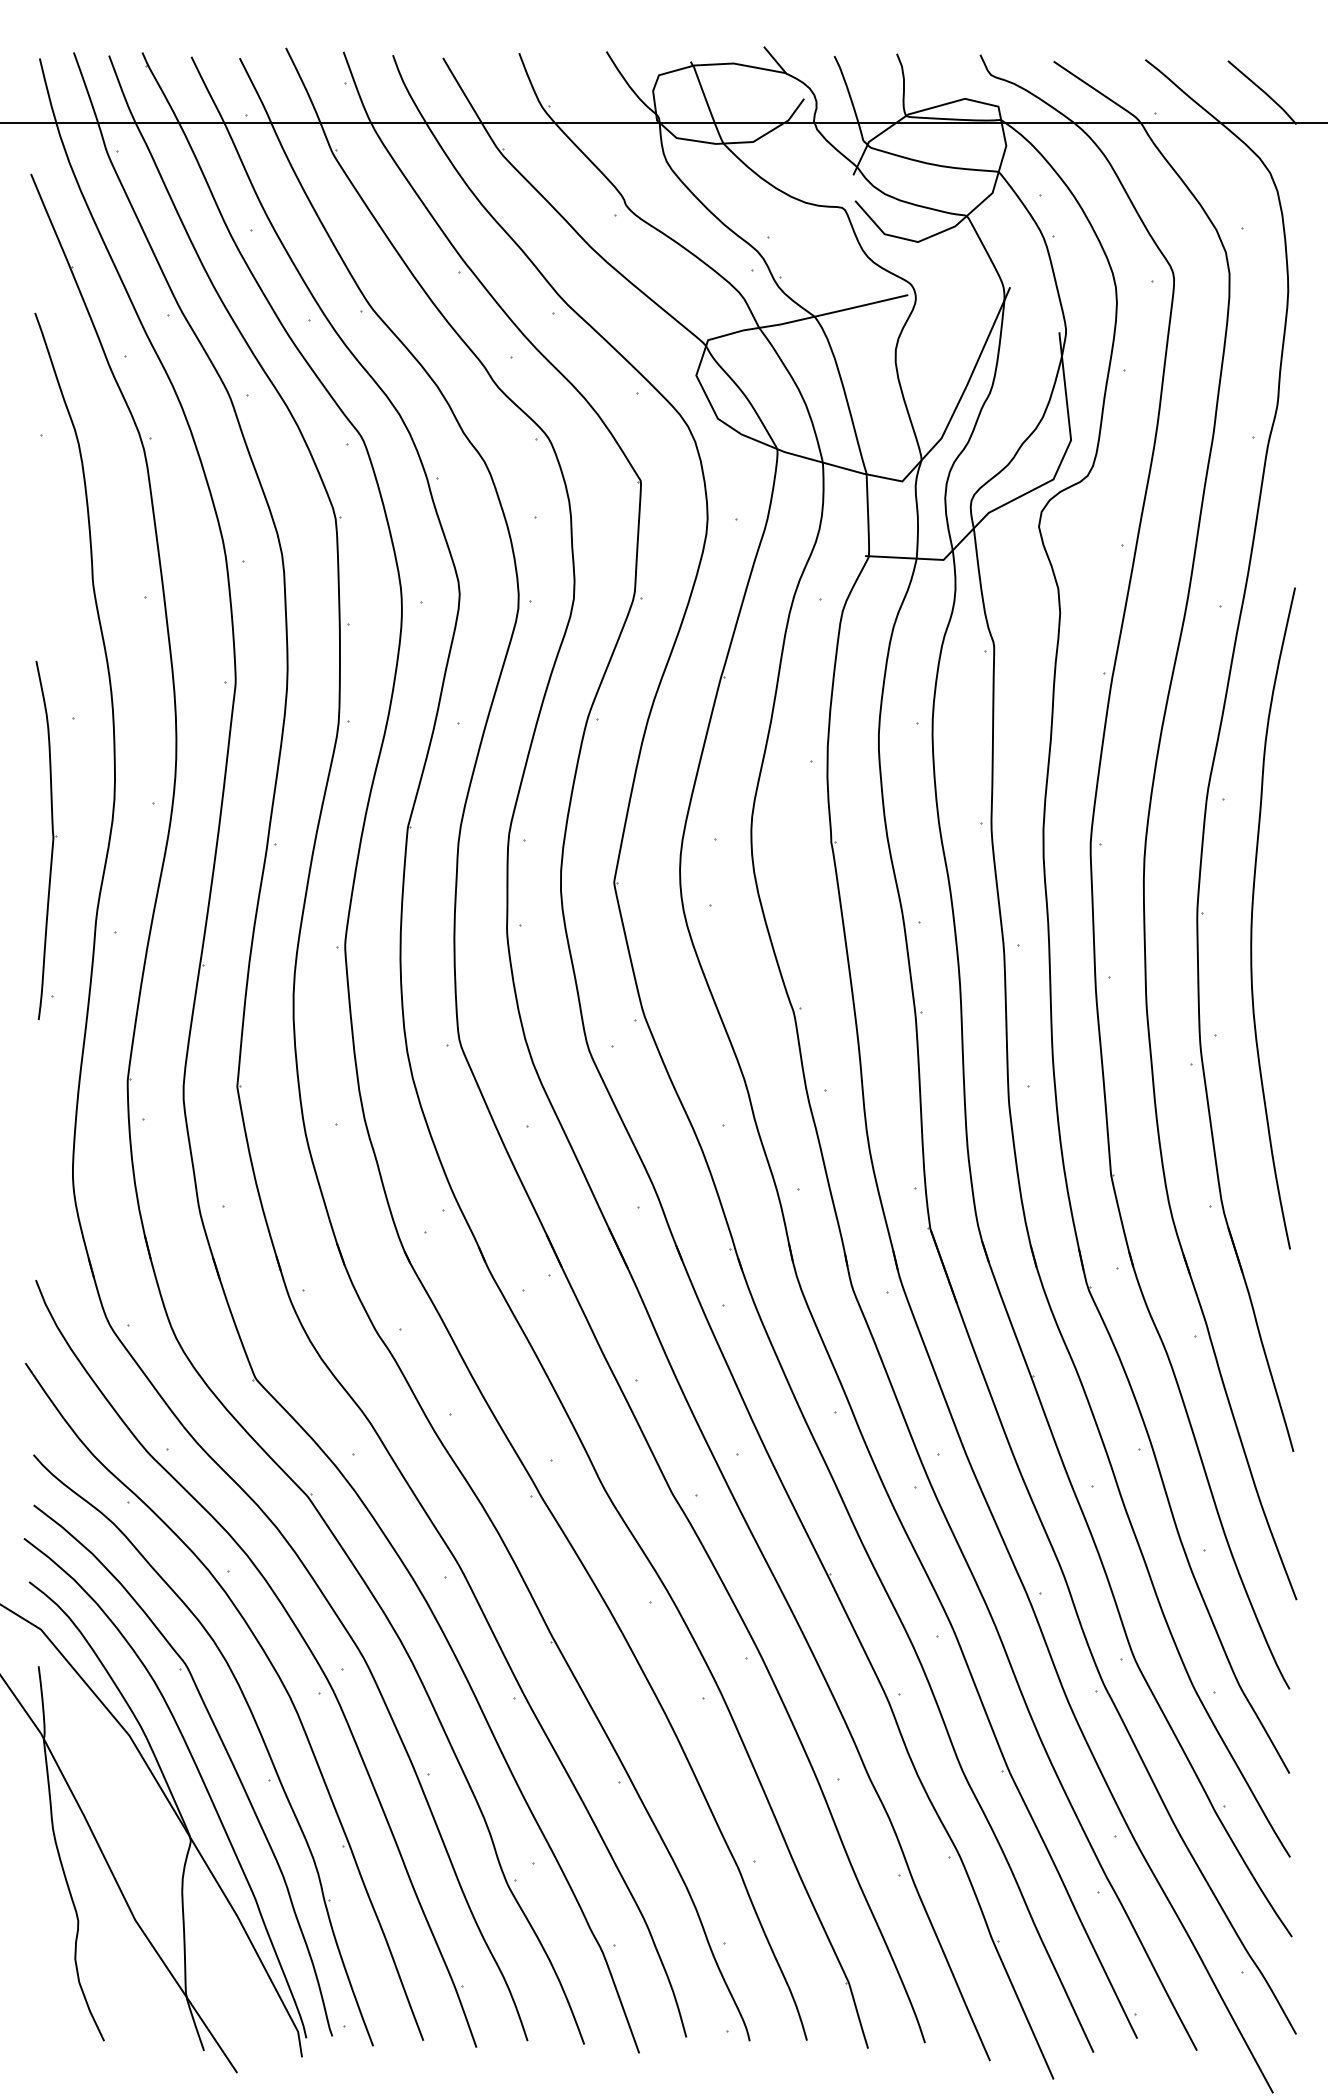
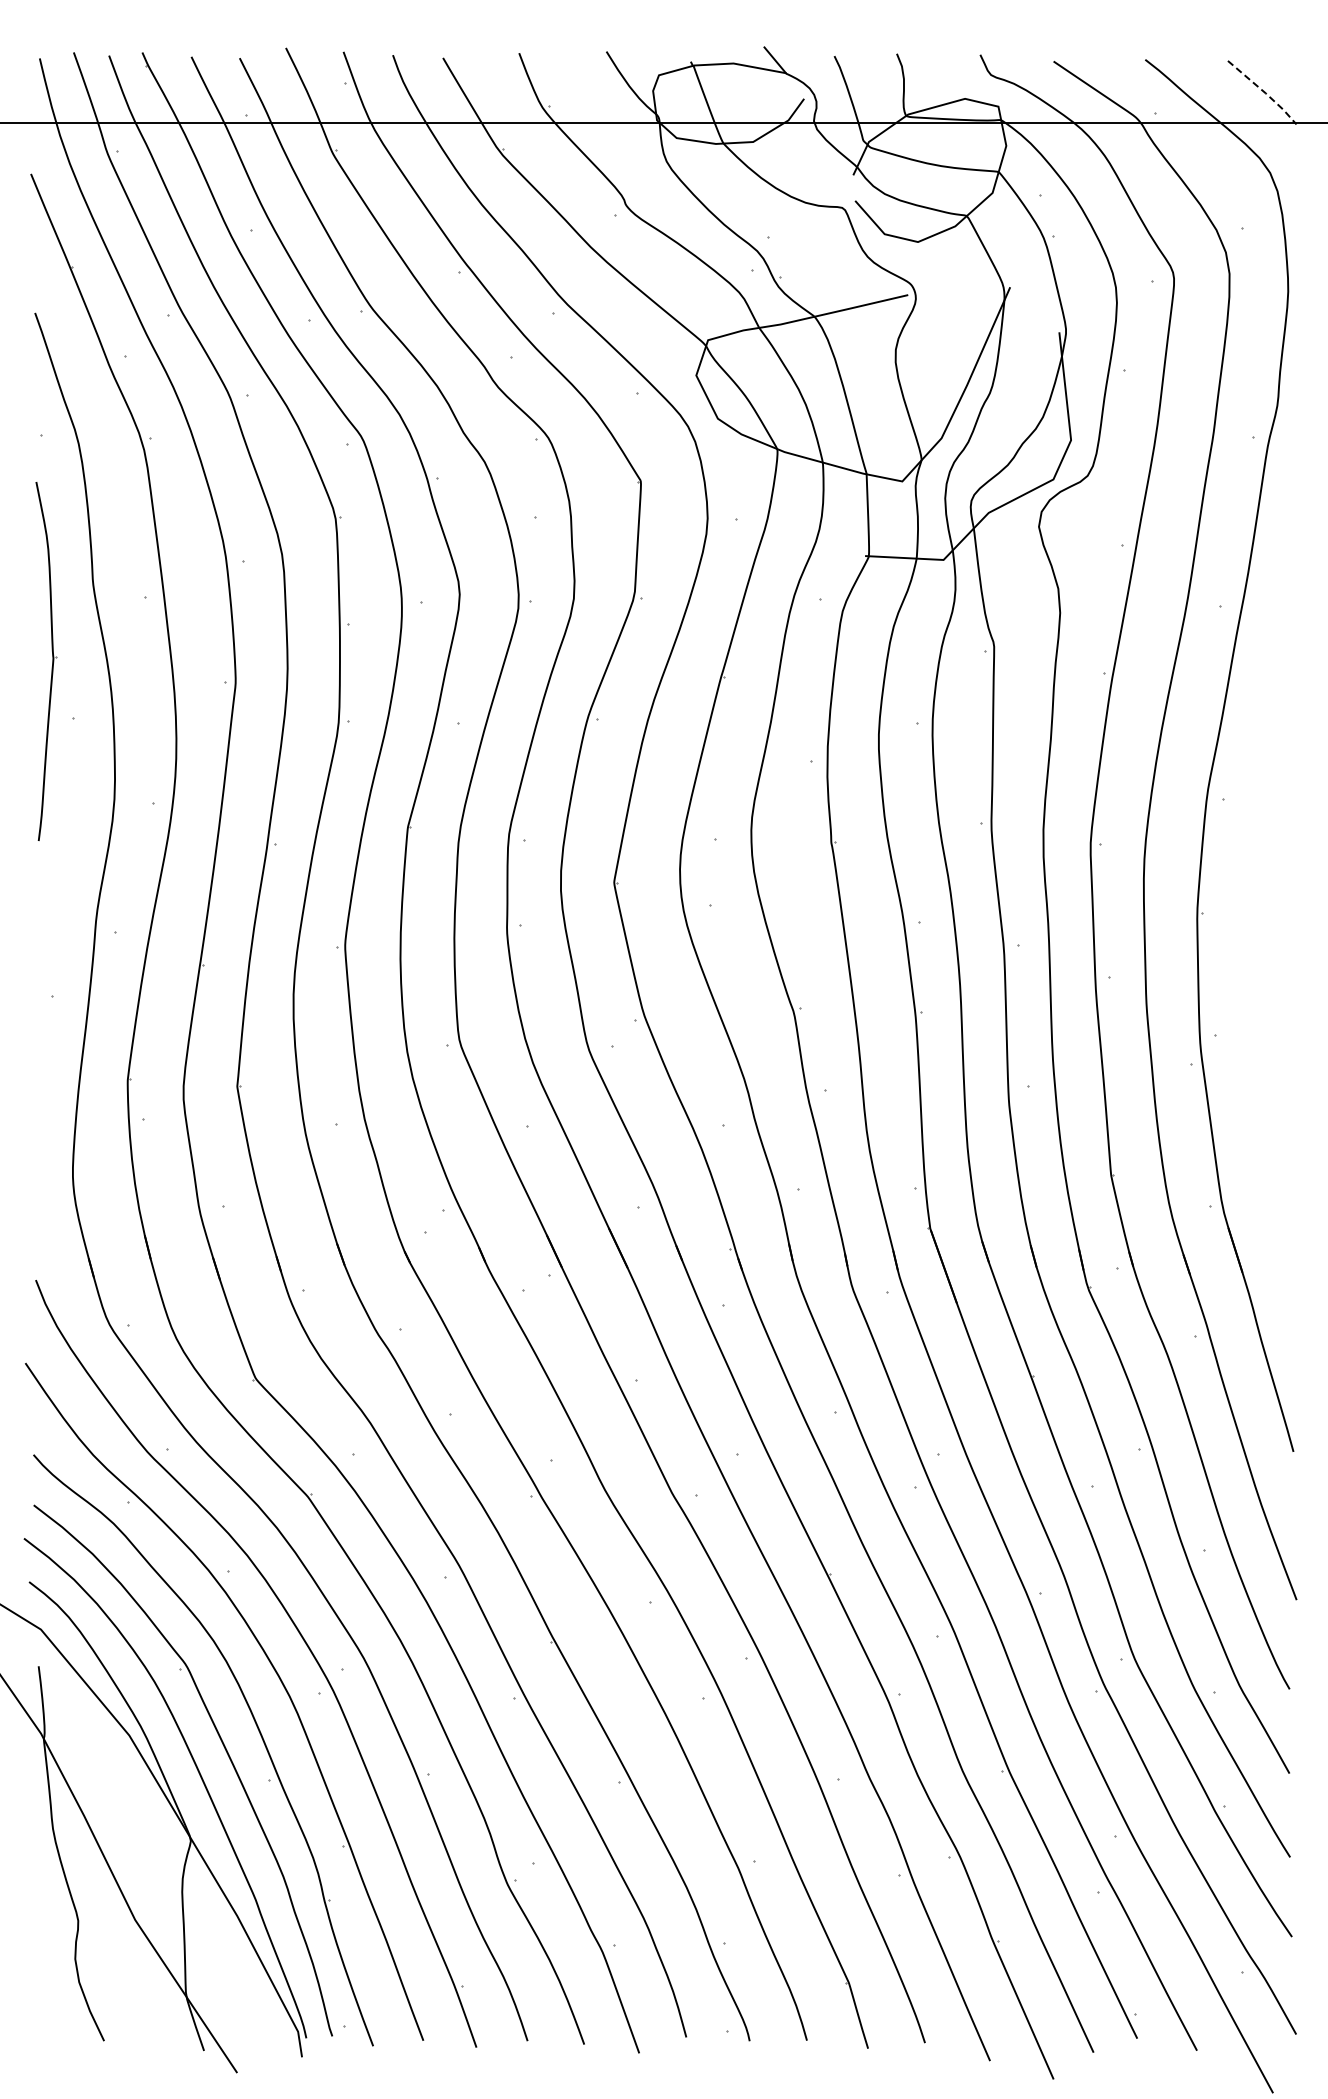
line at (1264, 92): solid -> dashed
part at (46, 840) position: (46, 840) -> (46, 661)
curve at (1252, 918): present -> none
